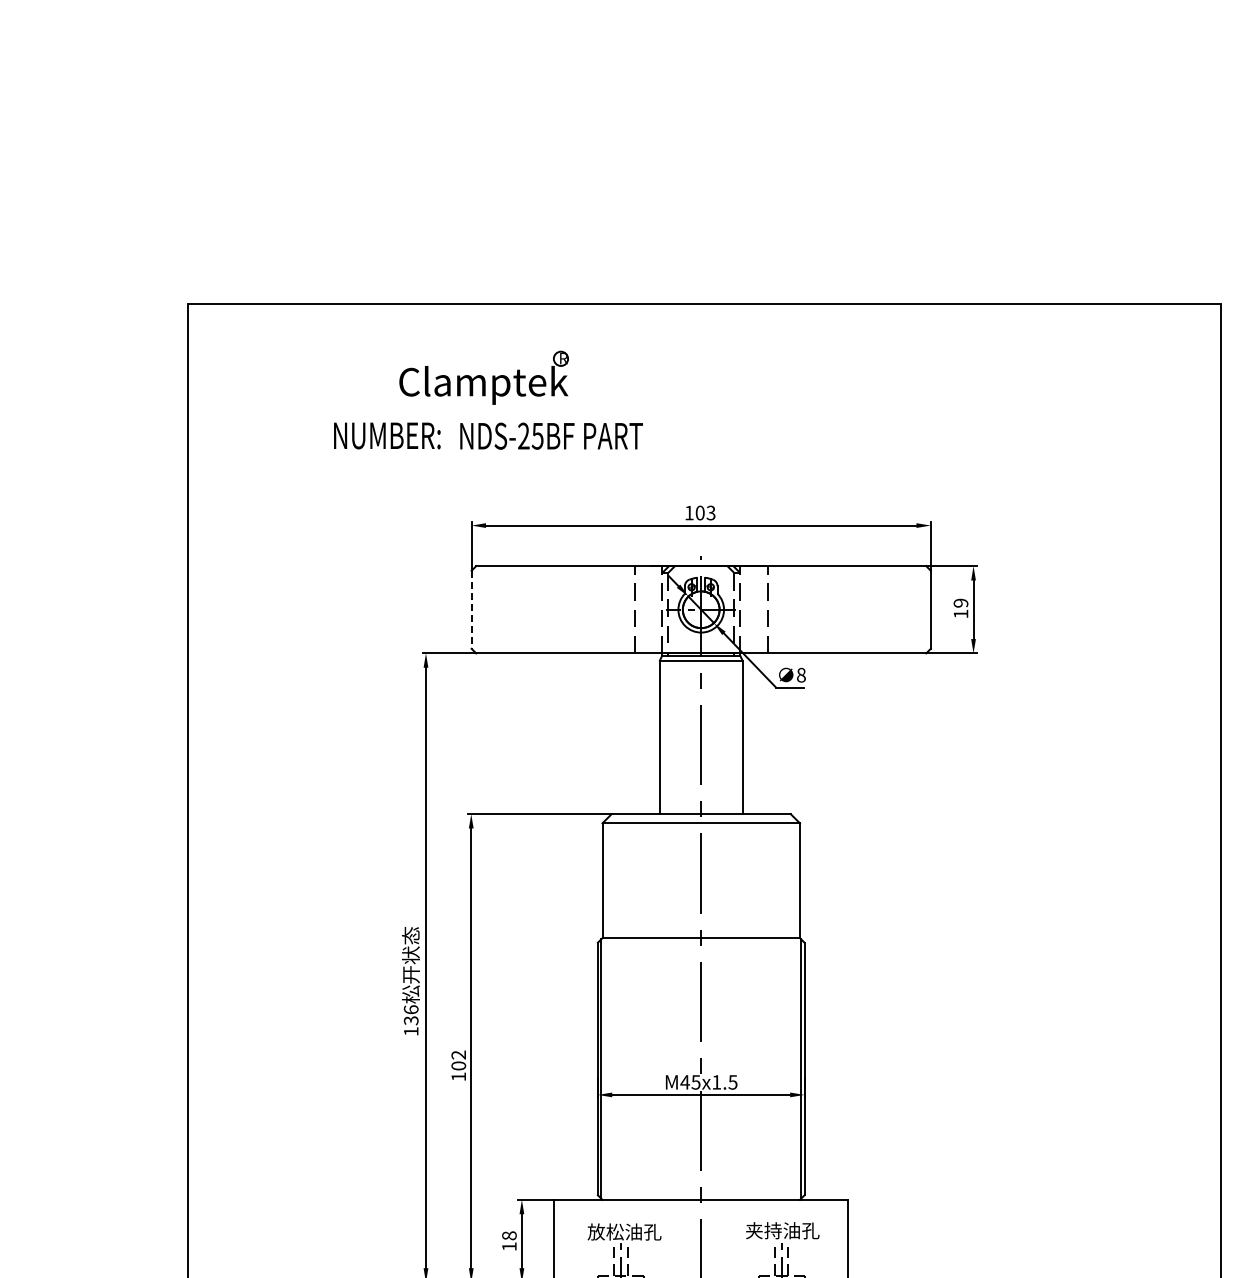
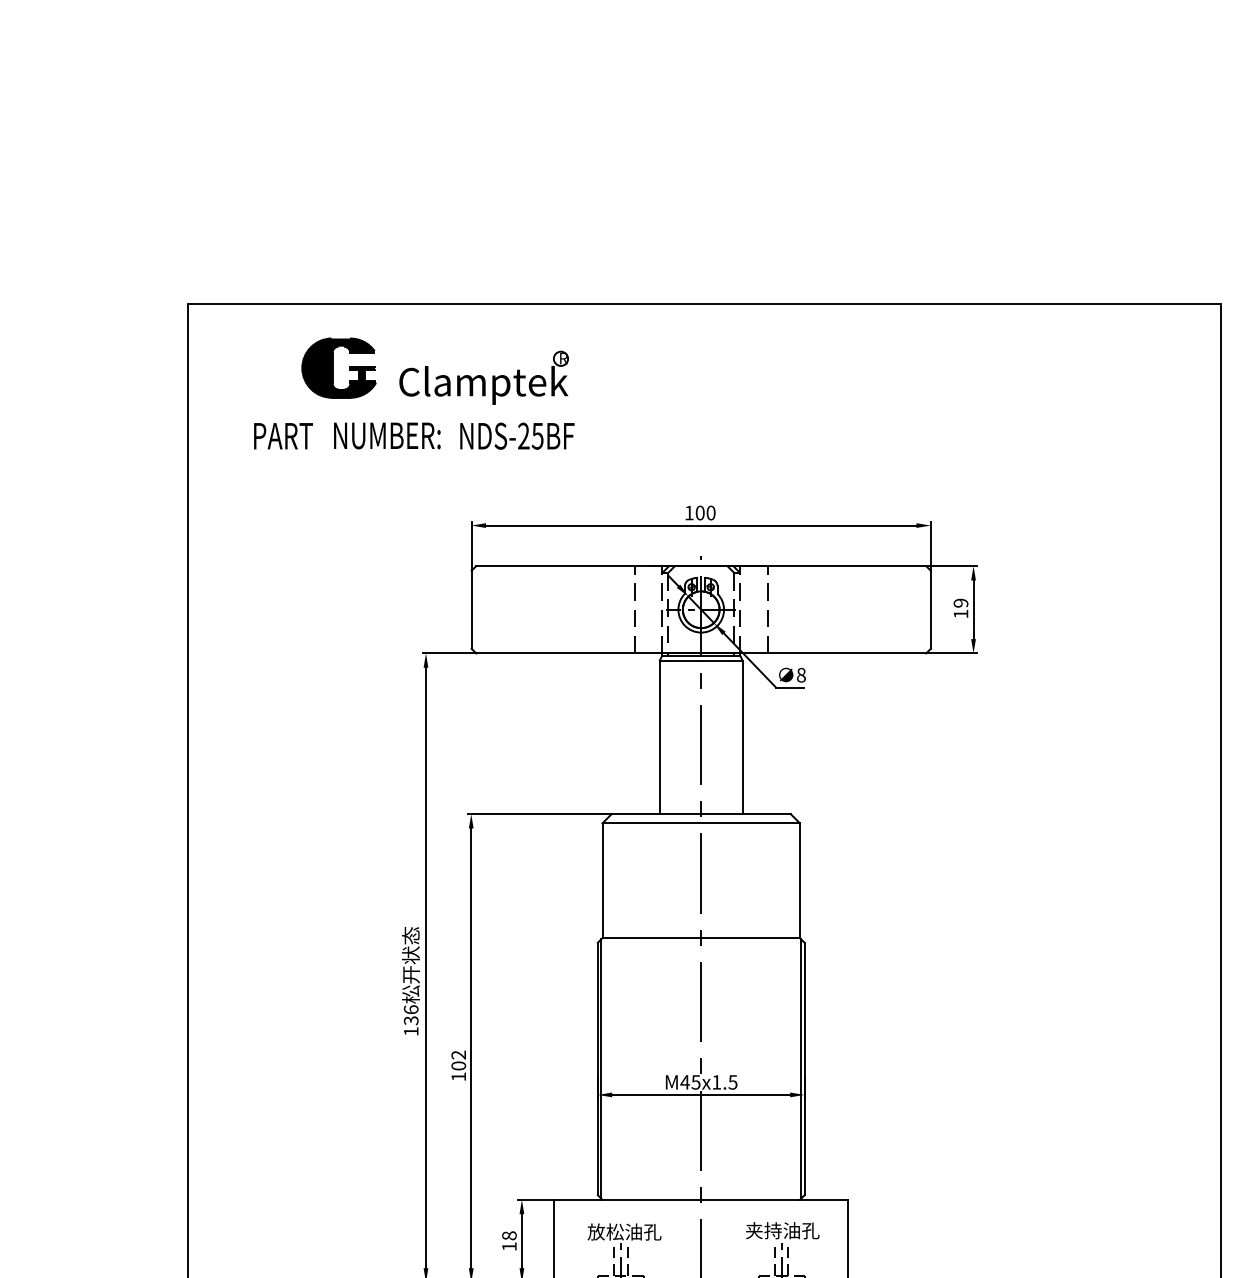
part at (338, 367): none -> present
text at (613, 436) position: (613, 436) -> (283, 436)
text at (710, 512): 103 -> 100
line at (471, 610): dashed -> solid
